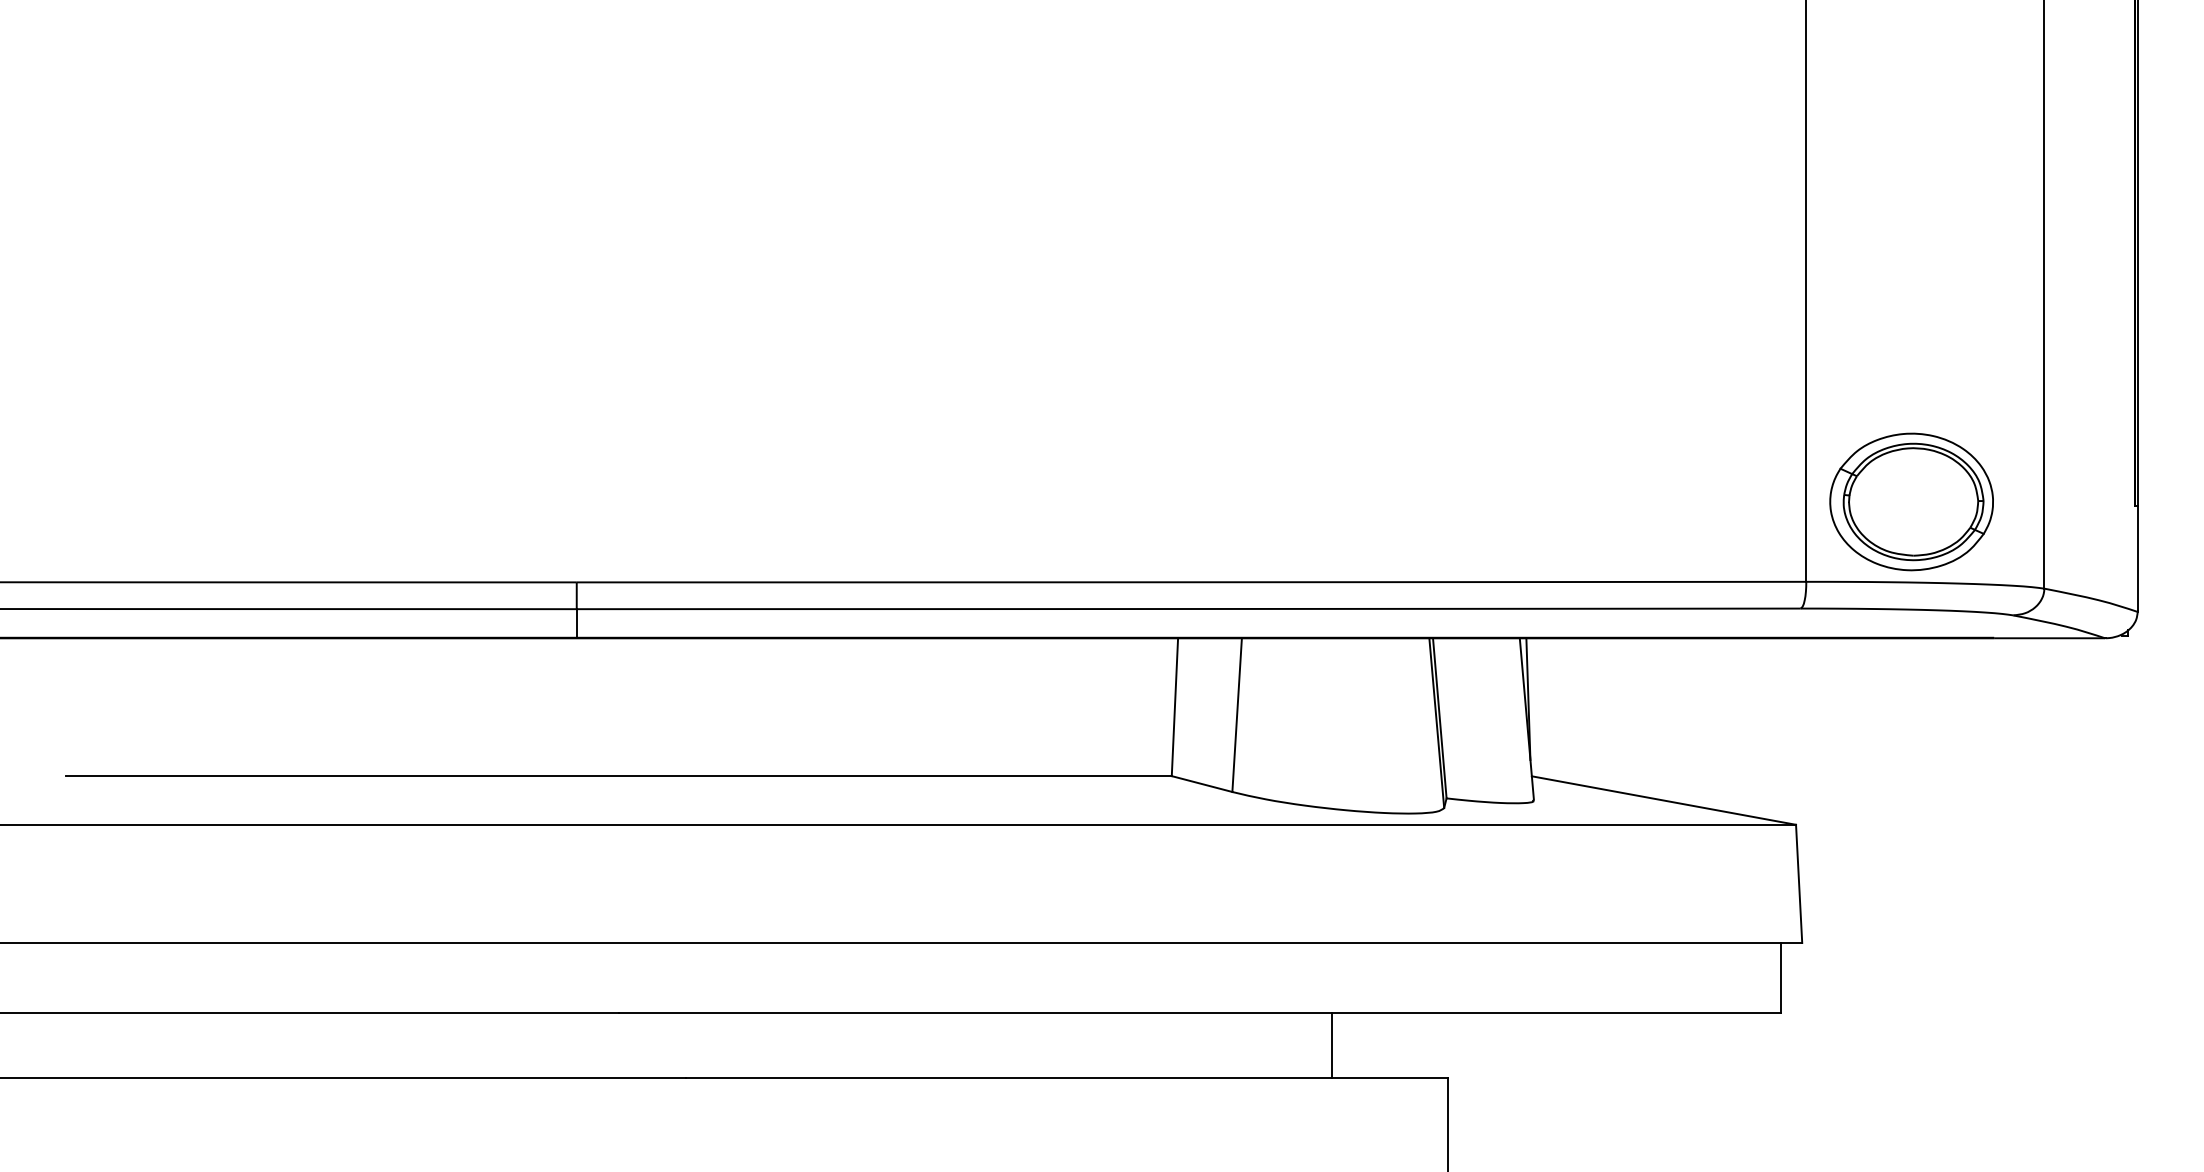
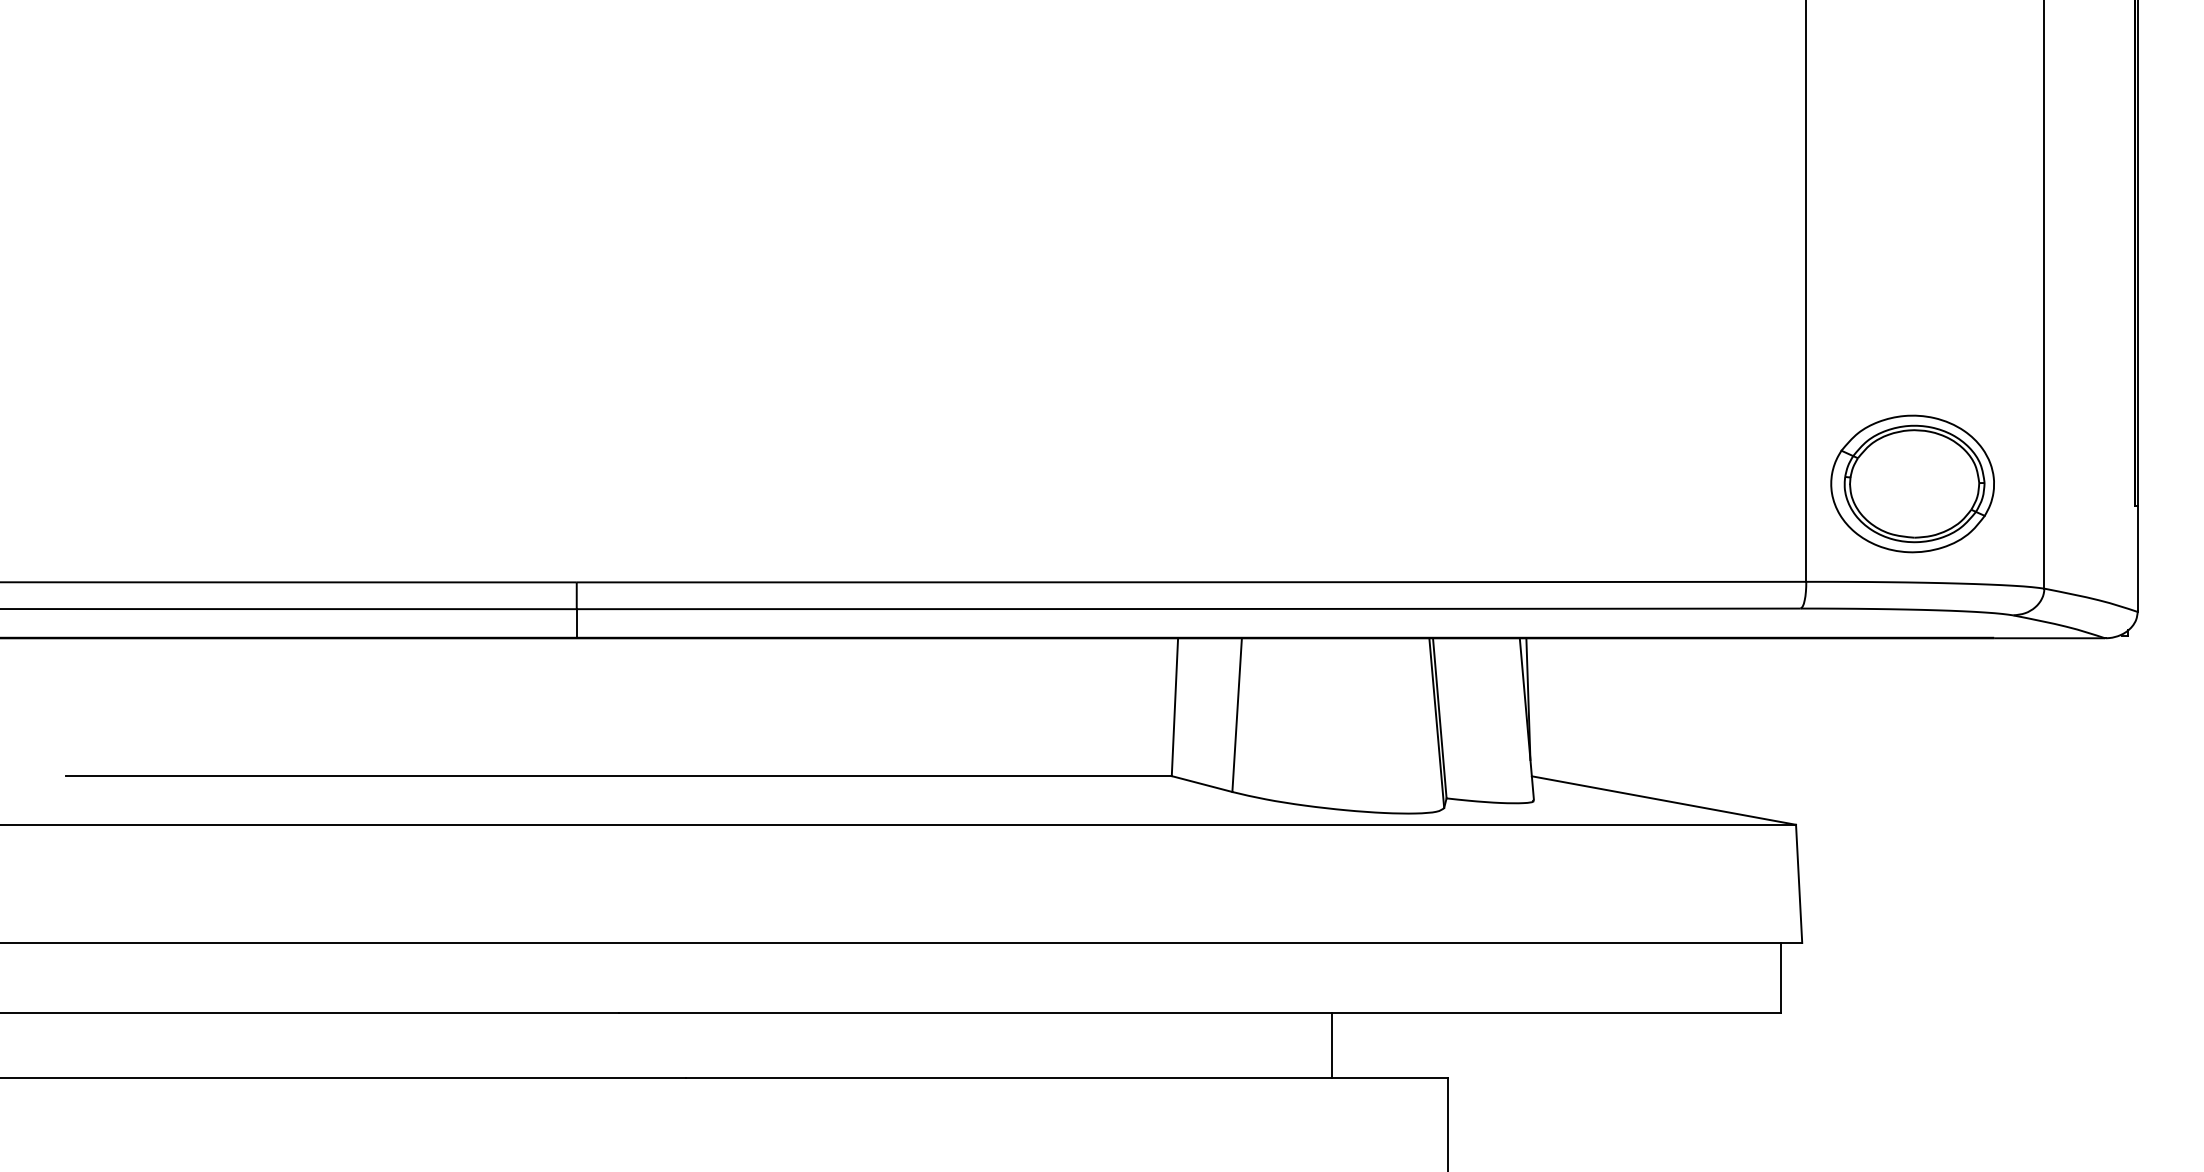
part at (1911, 501) position: (1911, 501) -> (1912, 483)
